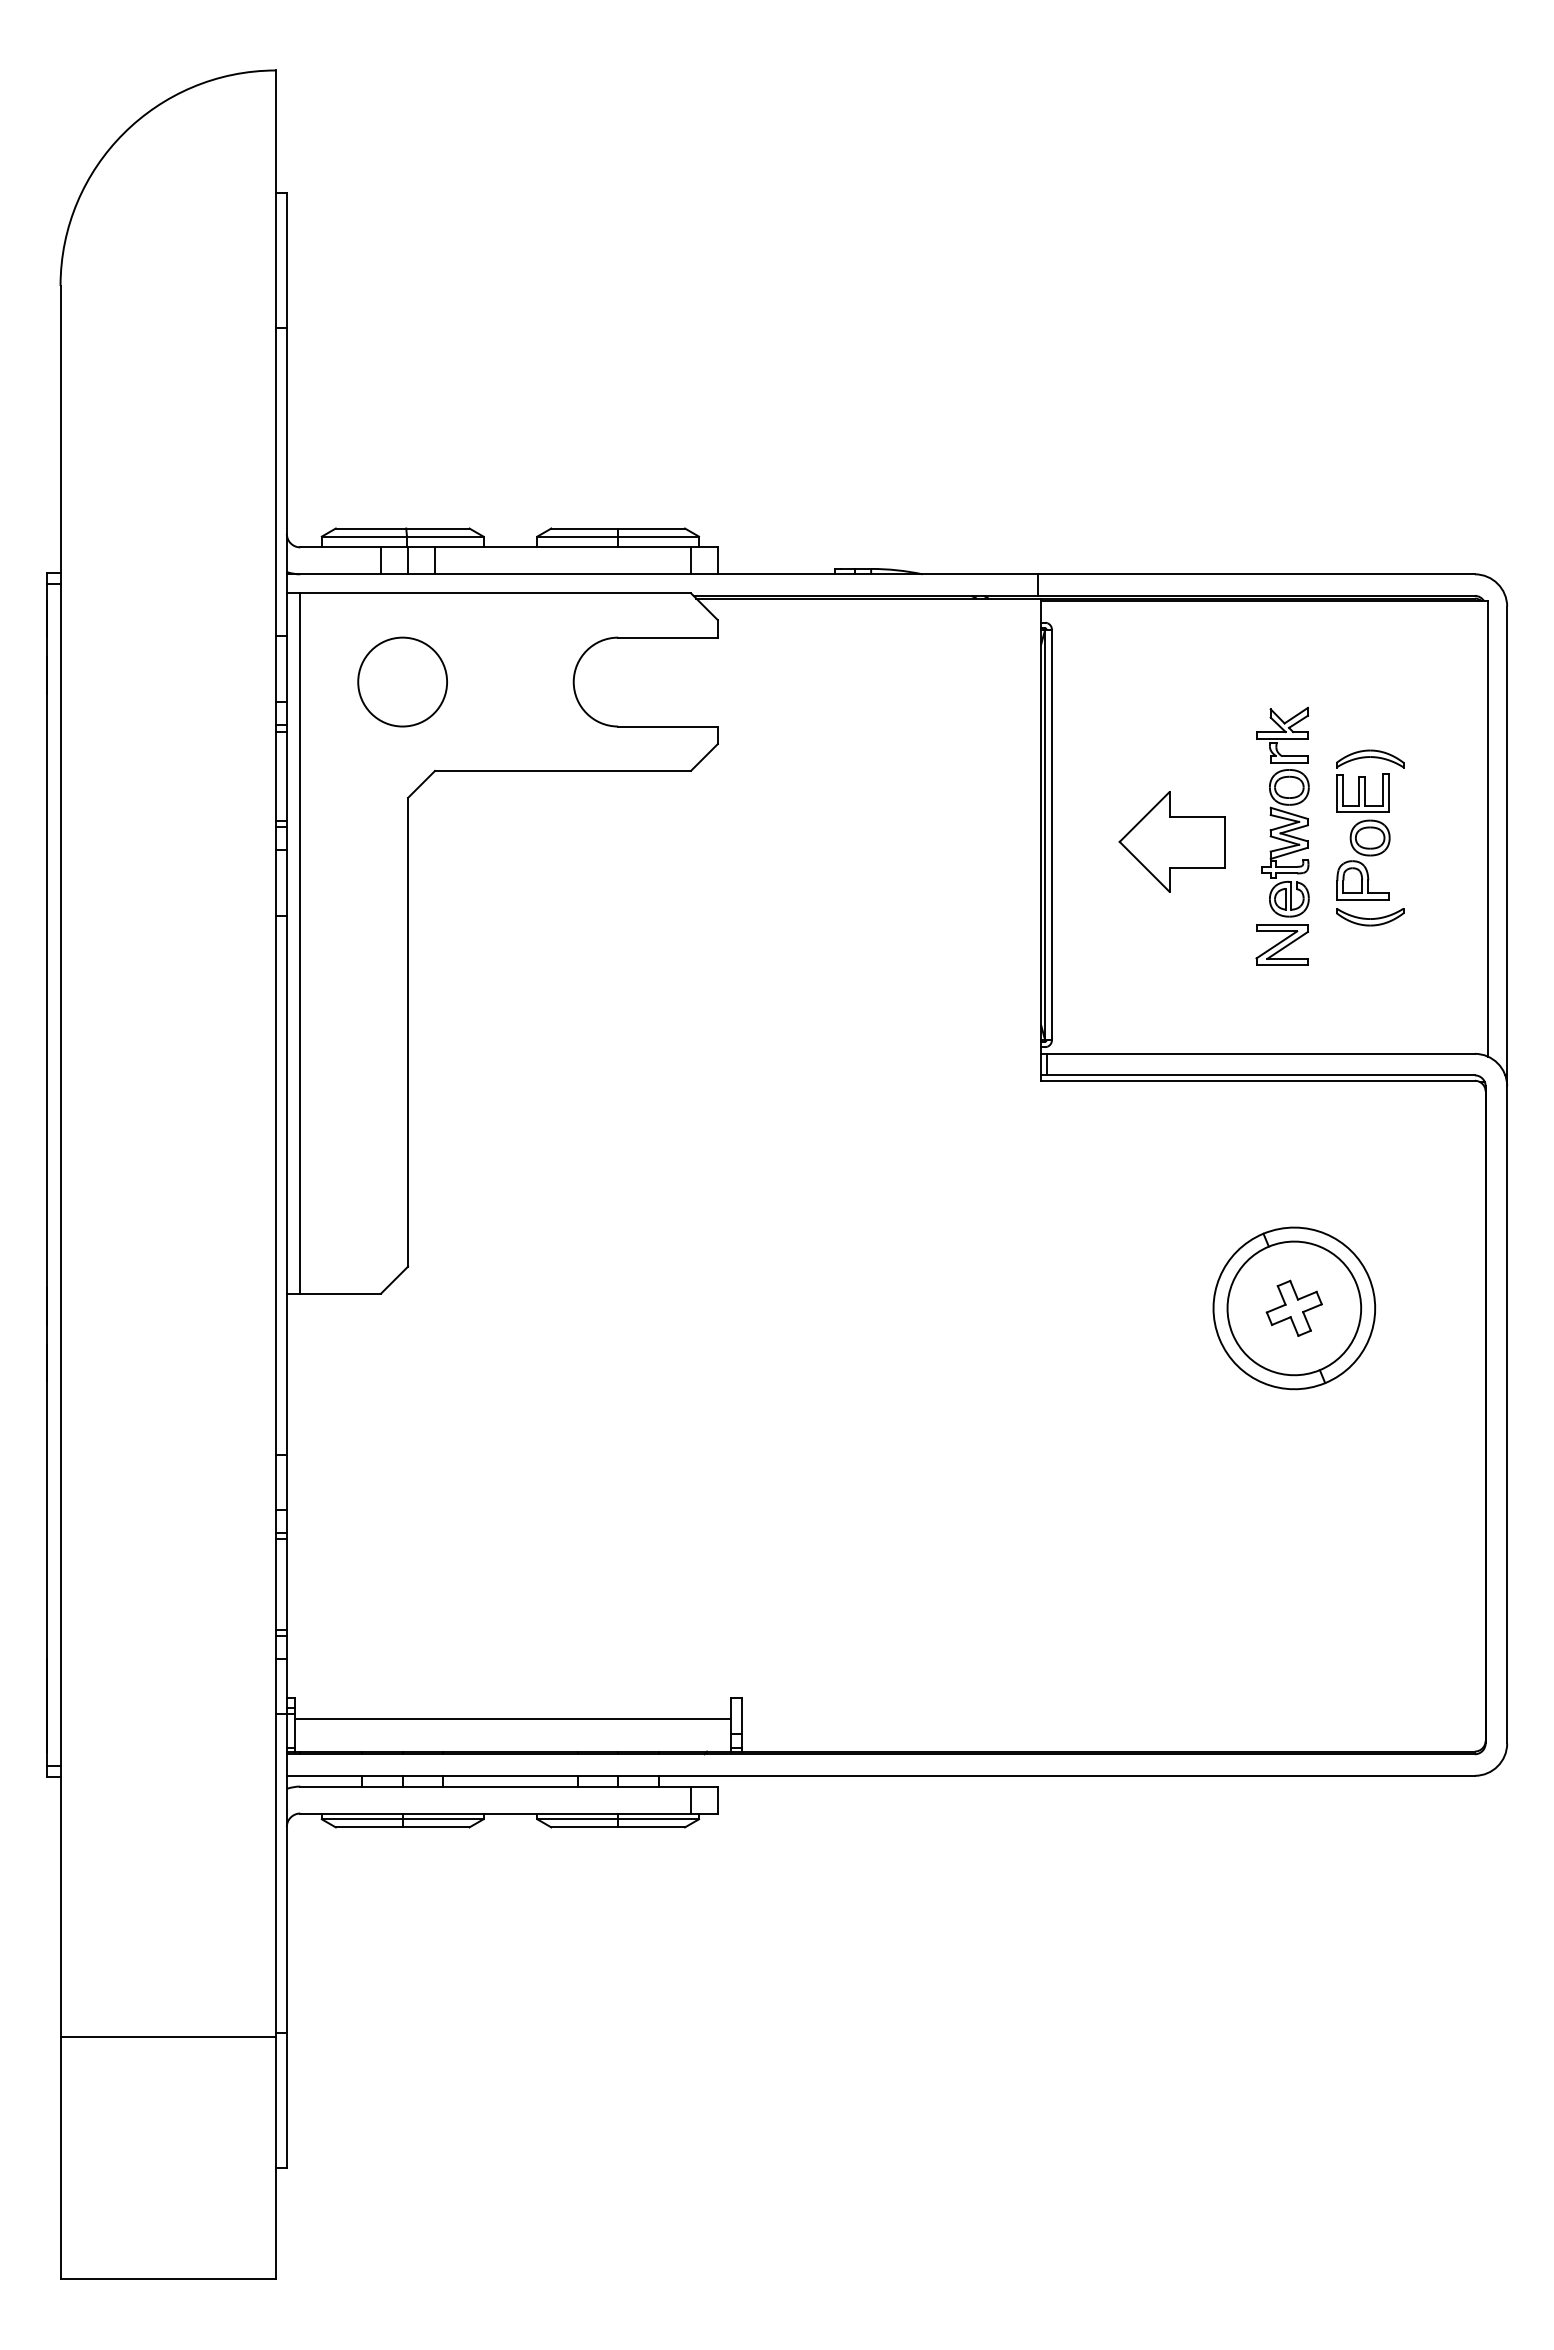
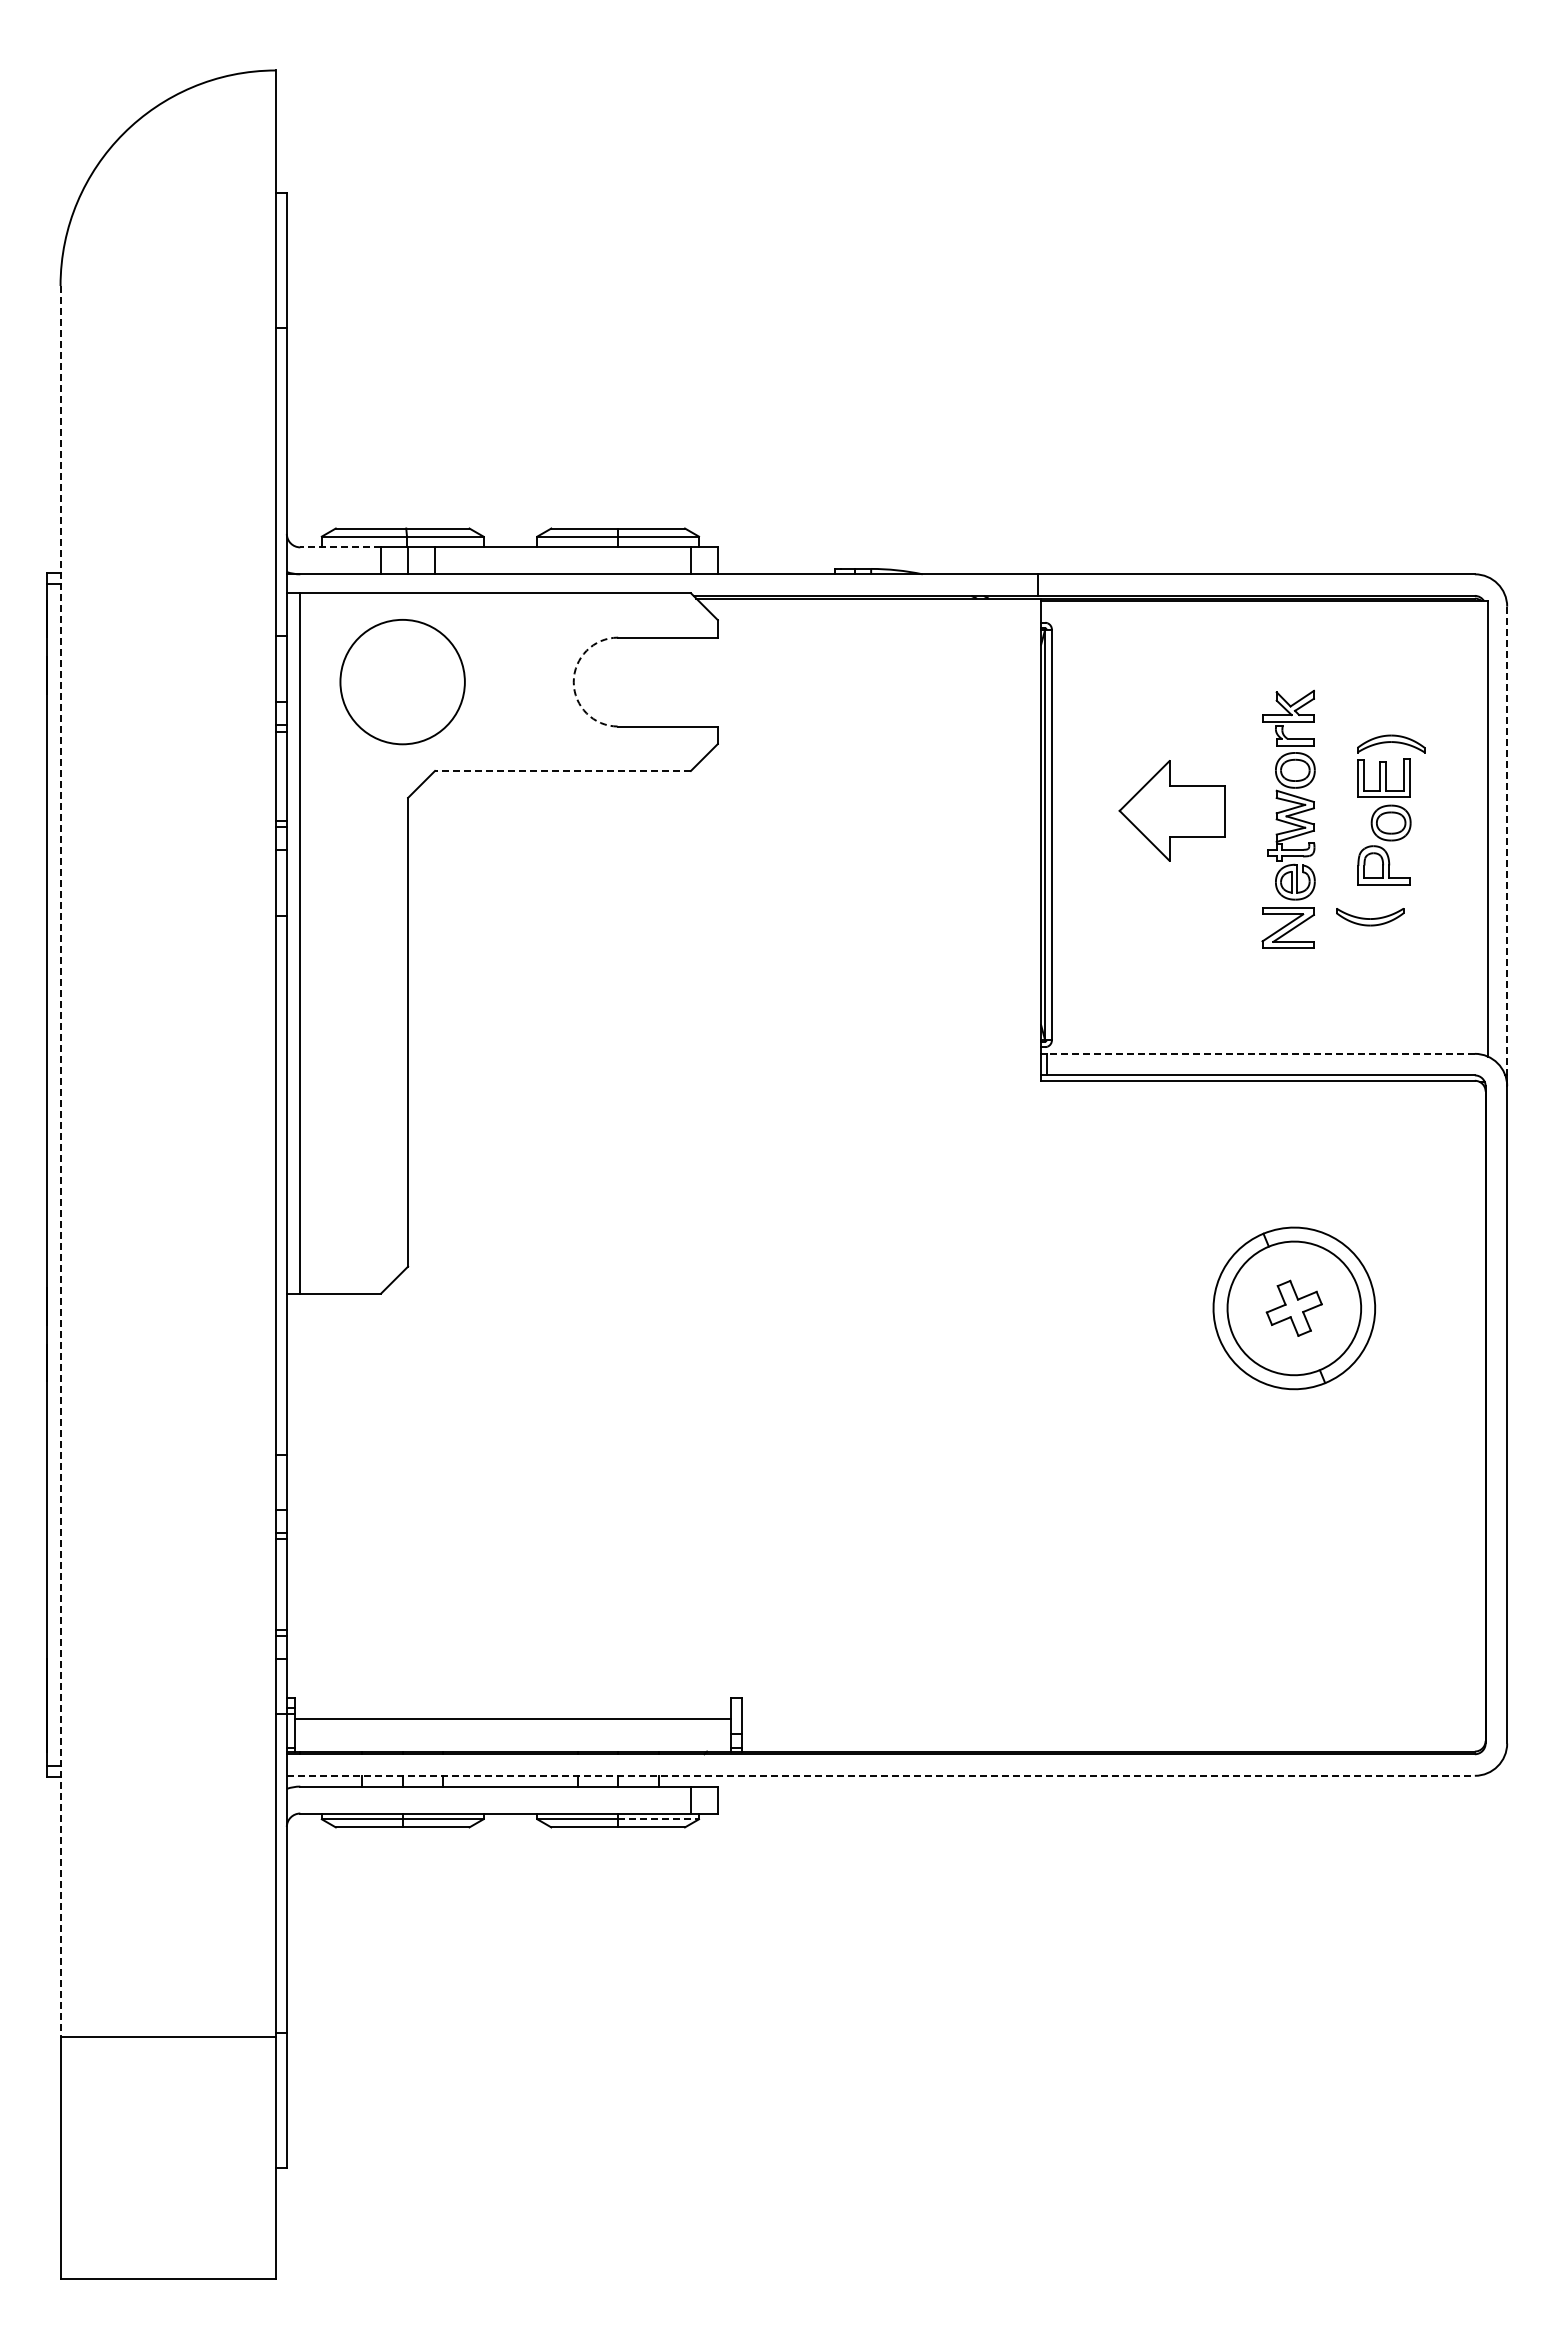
line at (340, 547): solid -> dashed
circle at (402, 681) diameter: 89 px -> 124 px
arc at (573, 682): solid -> dashed
line at (562, 770): solid -> dashed
part at (1370, 824) position: (1370, 824) -> (1391, 809)
part at (1282, 835) position: (1282, 835) -> (1288, 818)
part at (1171, 841) position: (1171, 841) -> (1171, 810)
line at (1507, 841): solid -> dashed
line at (1260, 1053): solid -> dashed
line at (60, 1161): solid -> dashed
line at (881, 1775): solid -> dashed
line at (659, 1819): solid -> dashed
